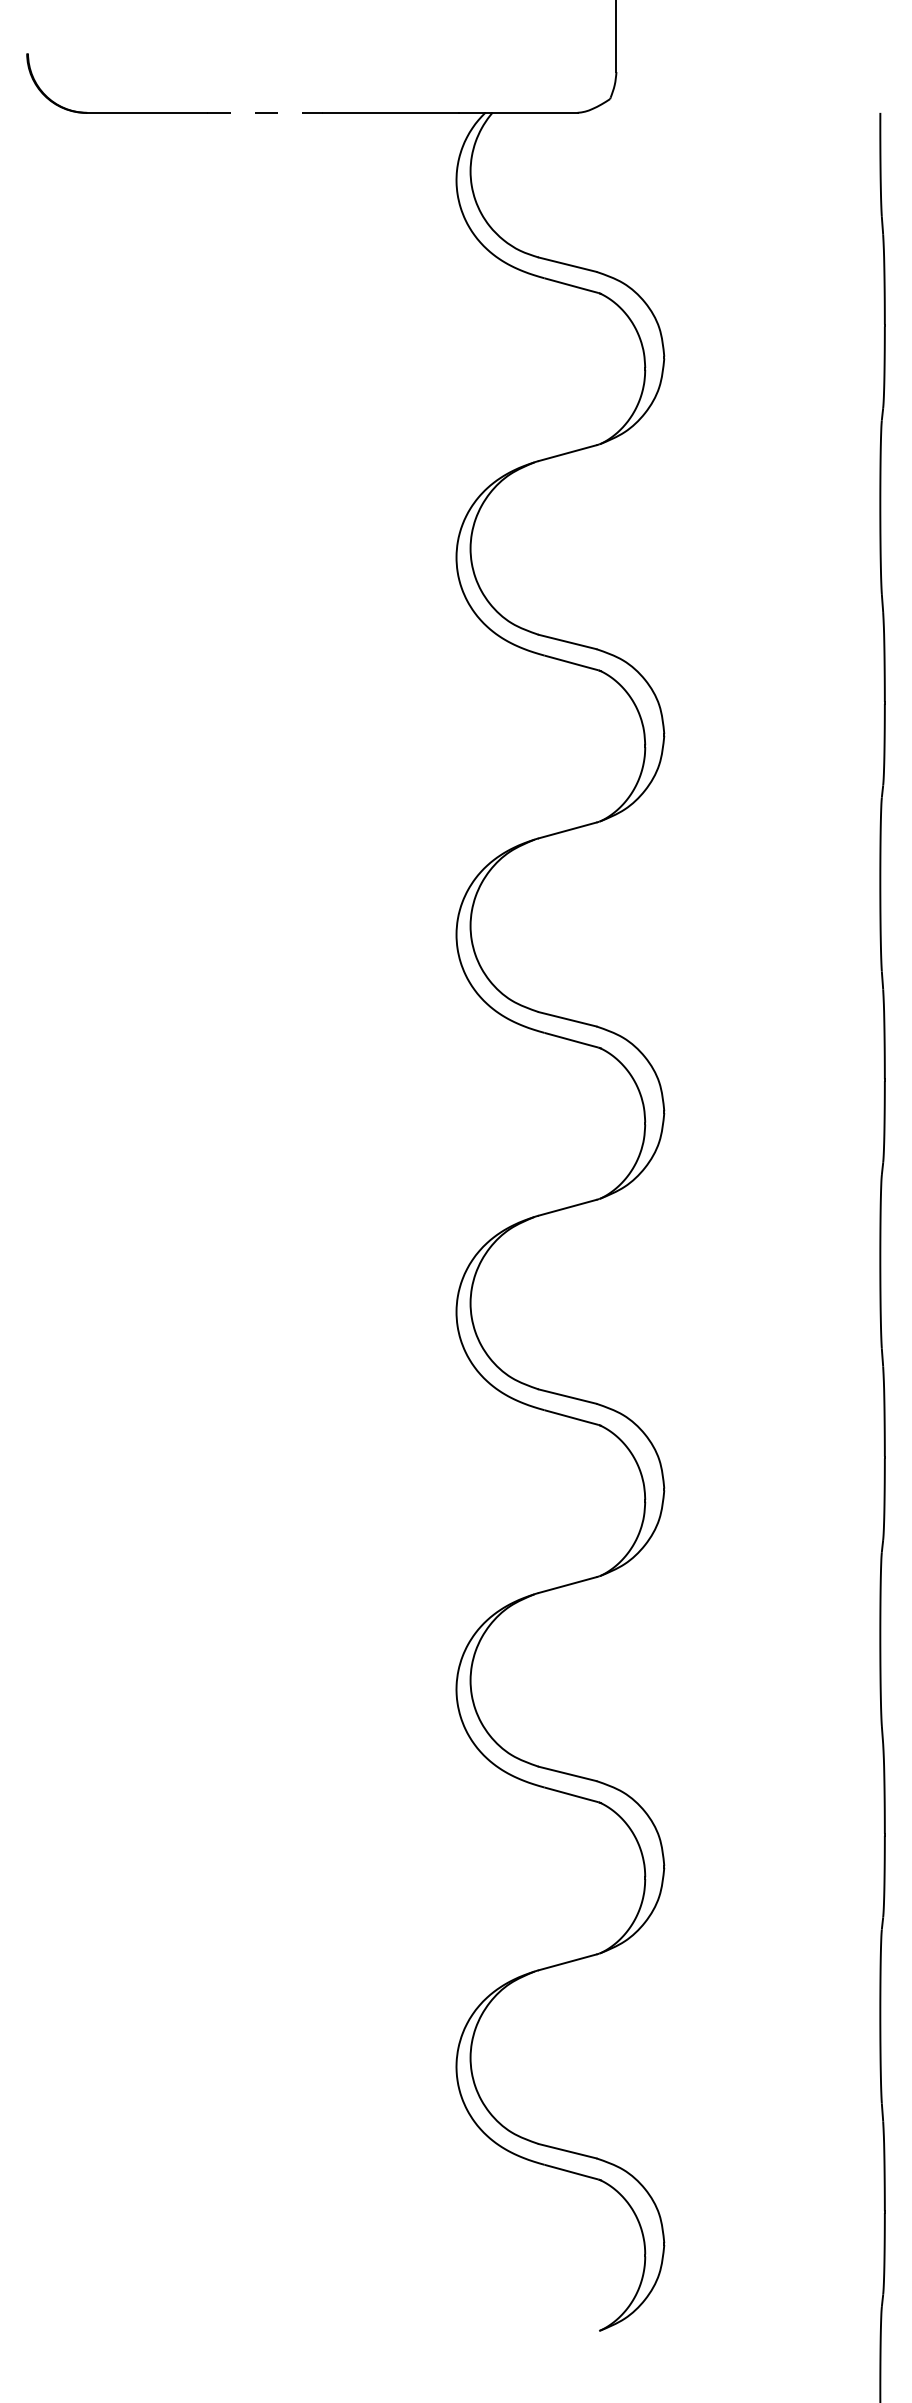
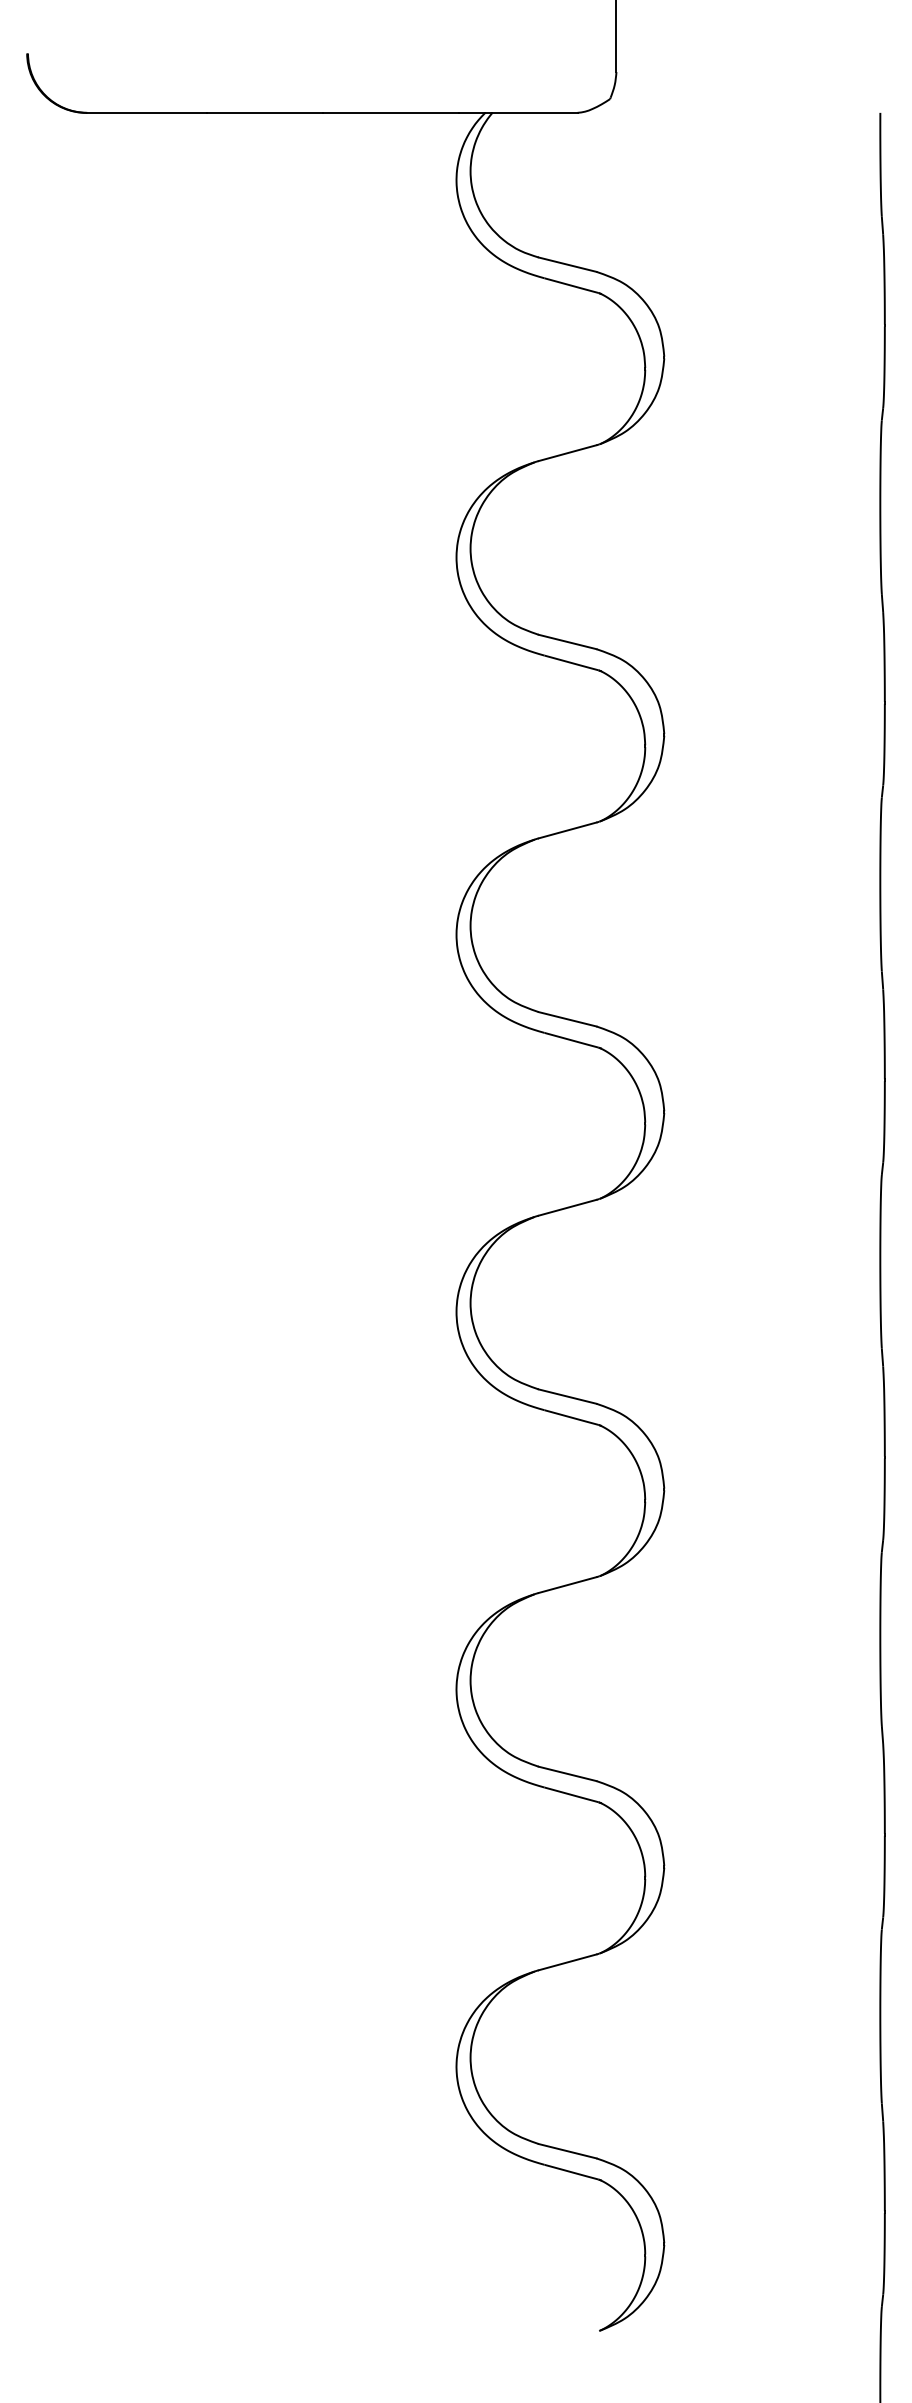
line at (265, 112): dashed -> solid
